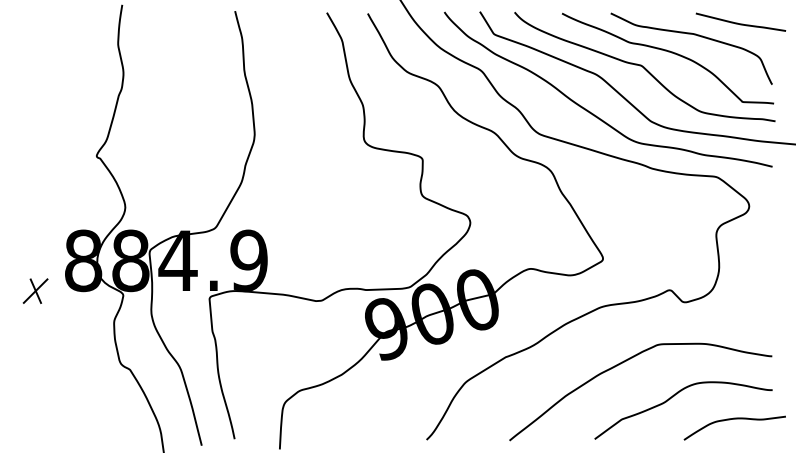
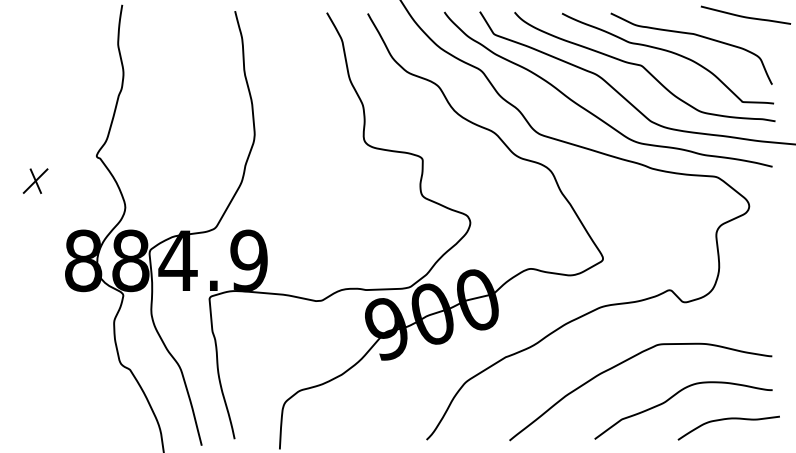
curve at (740, 23) position: (740, 23) -> (745, 16)
part at (35, 290) position: (35, 290) -> (35, 180)
curve at (734, 419) position: (734, 419) -> (728, 419)
